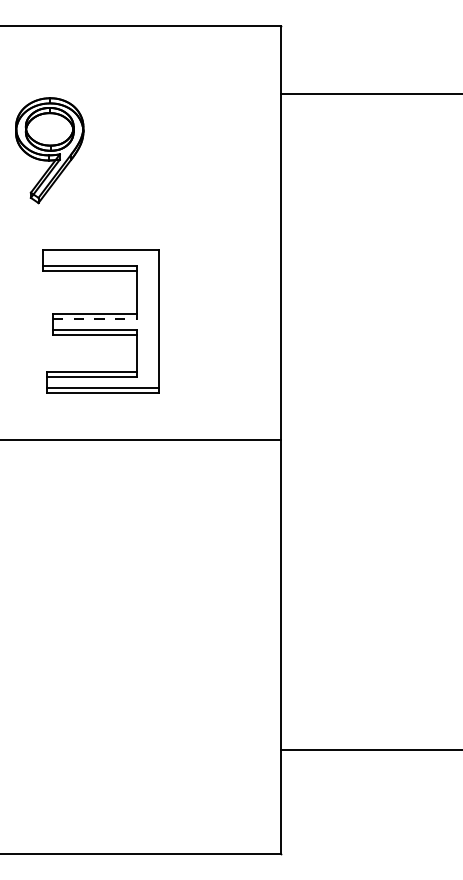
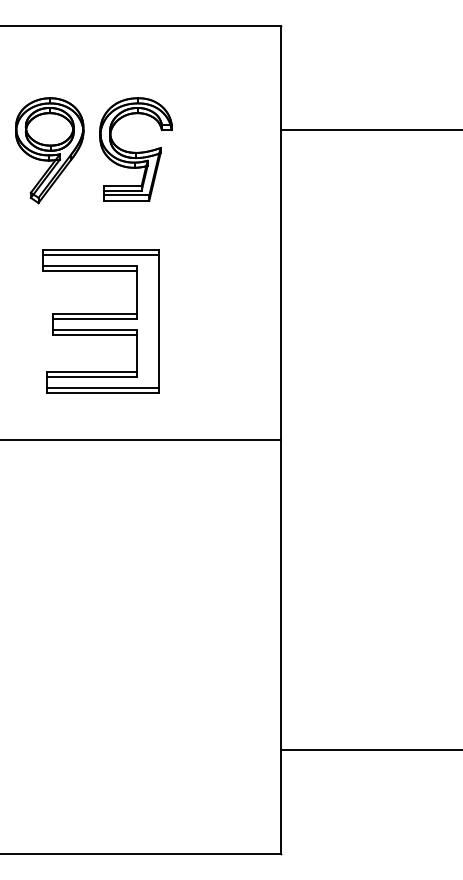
line at (369, 93) position: (369, 93) -> (369, 129)
part at (135, 149): none -> present
line at (100, 255): none -> present
line at (94, 319): dashed -> solid
